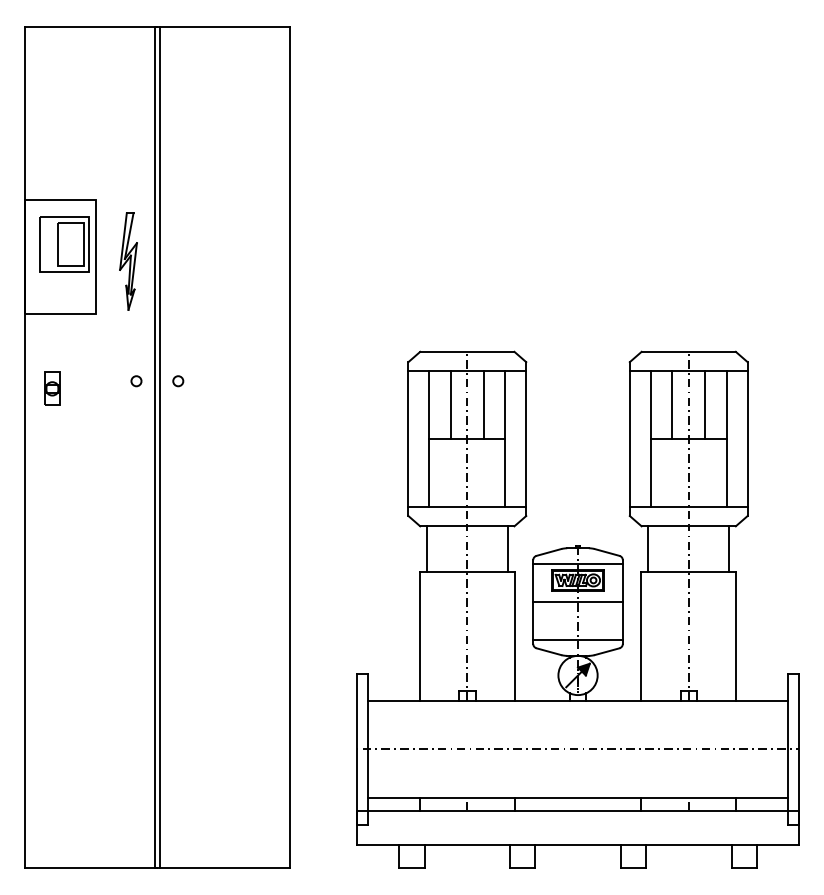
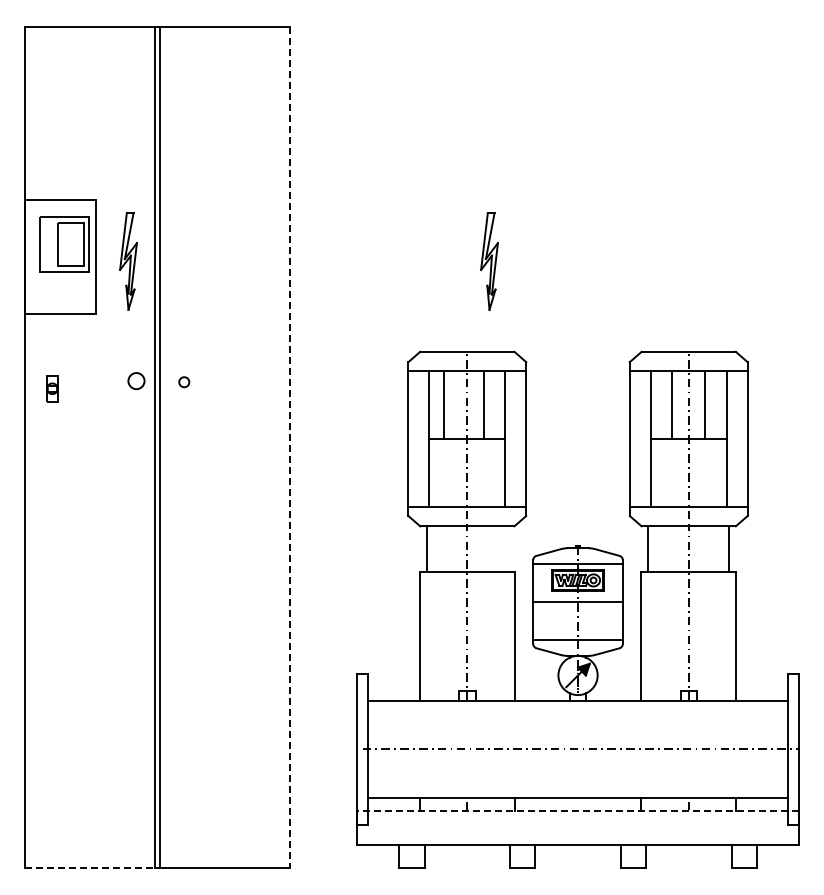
part at (489, 261): none -> present
circle at (136, 381) size: 13x13 px -> 19x19 px
circle at (178, 381) position: (178, 381) -> (184, 382)
part at (52, 388) size: 17x35 px -> 13x28 px
line at (450, 404) position: (450, 404) -> (443, 404)
line at (290, 447): solid -> dashed
line at (508, 548): present -> none
line at (577, 811): solid -> dashed
line at (91, 868): solid -> dashed
